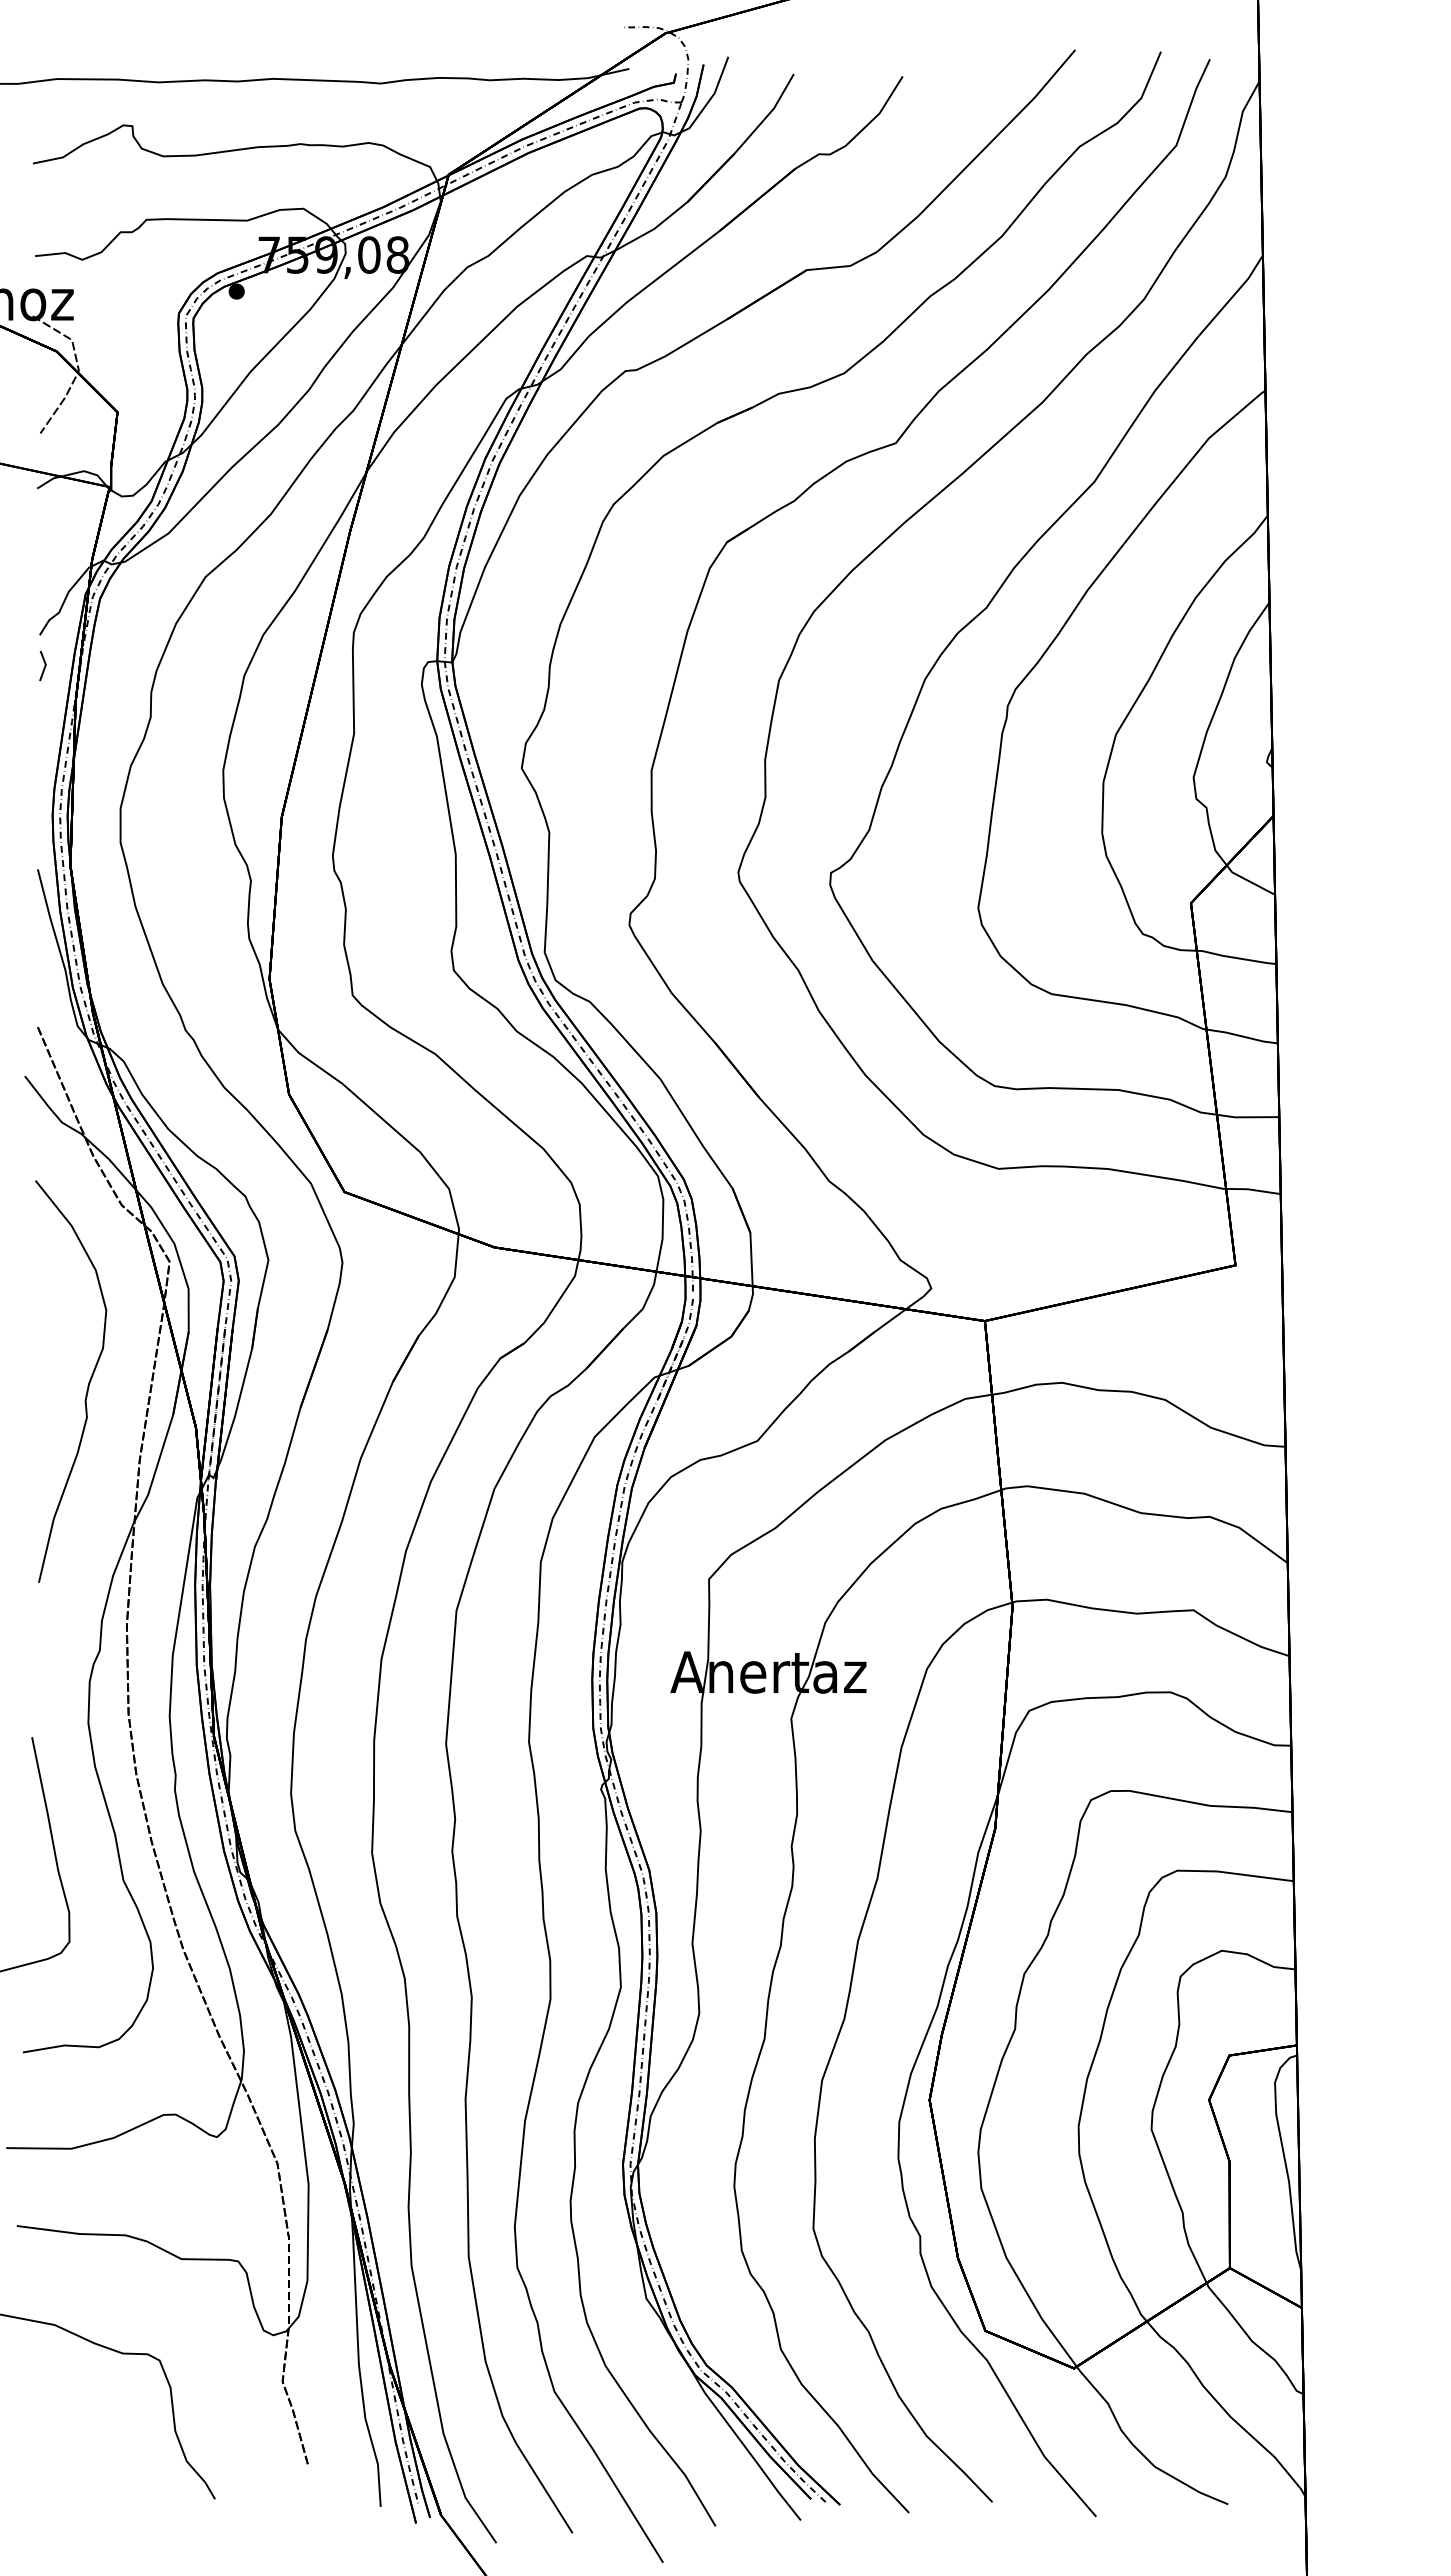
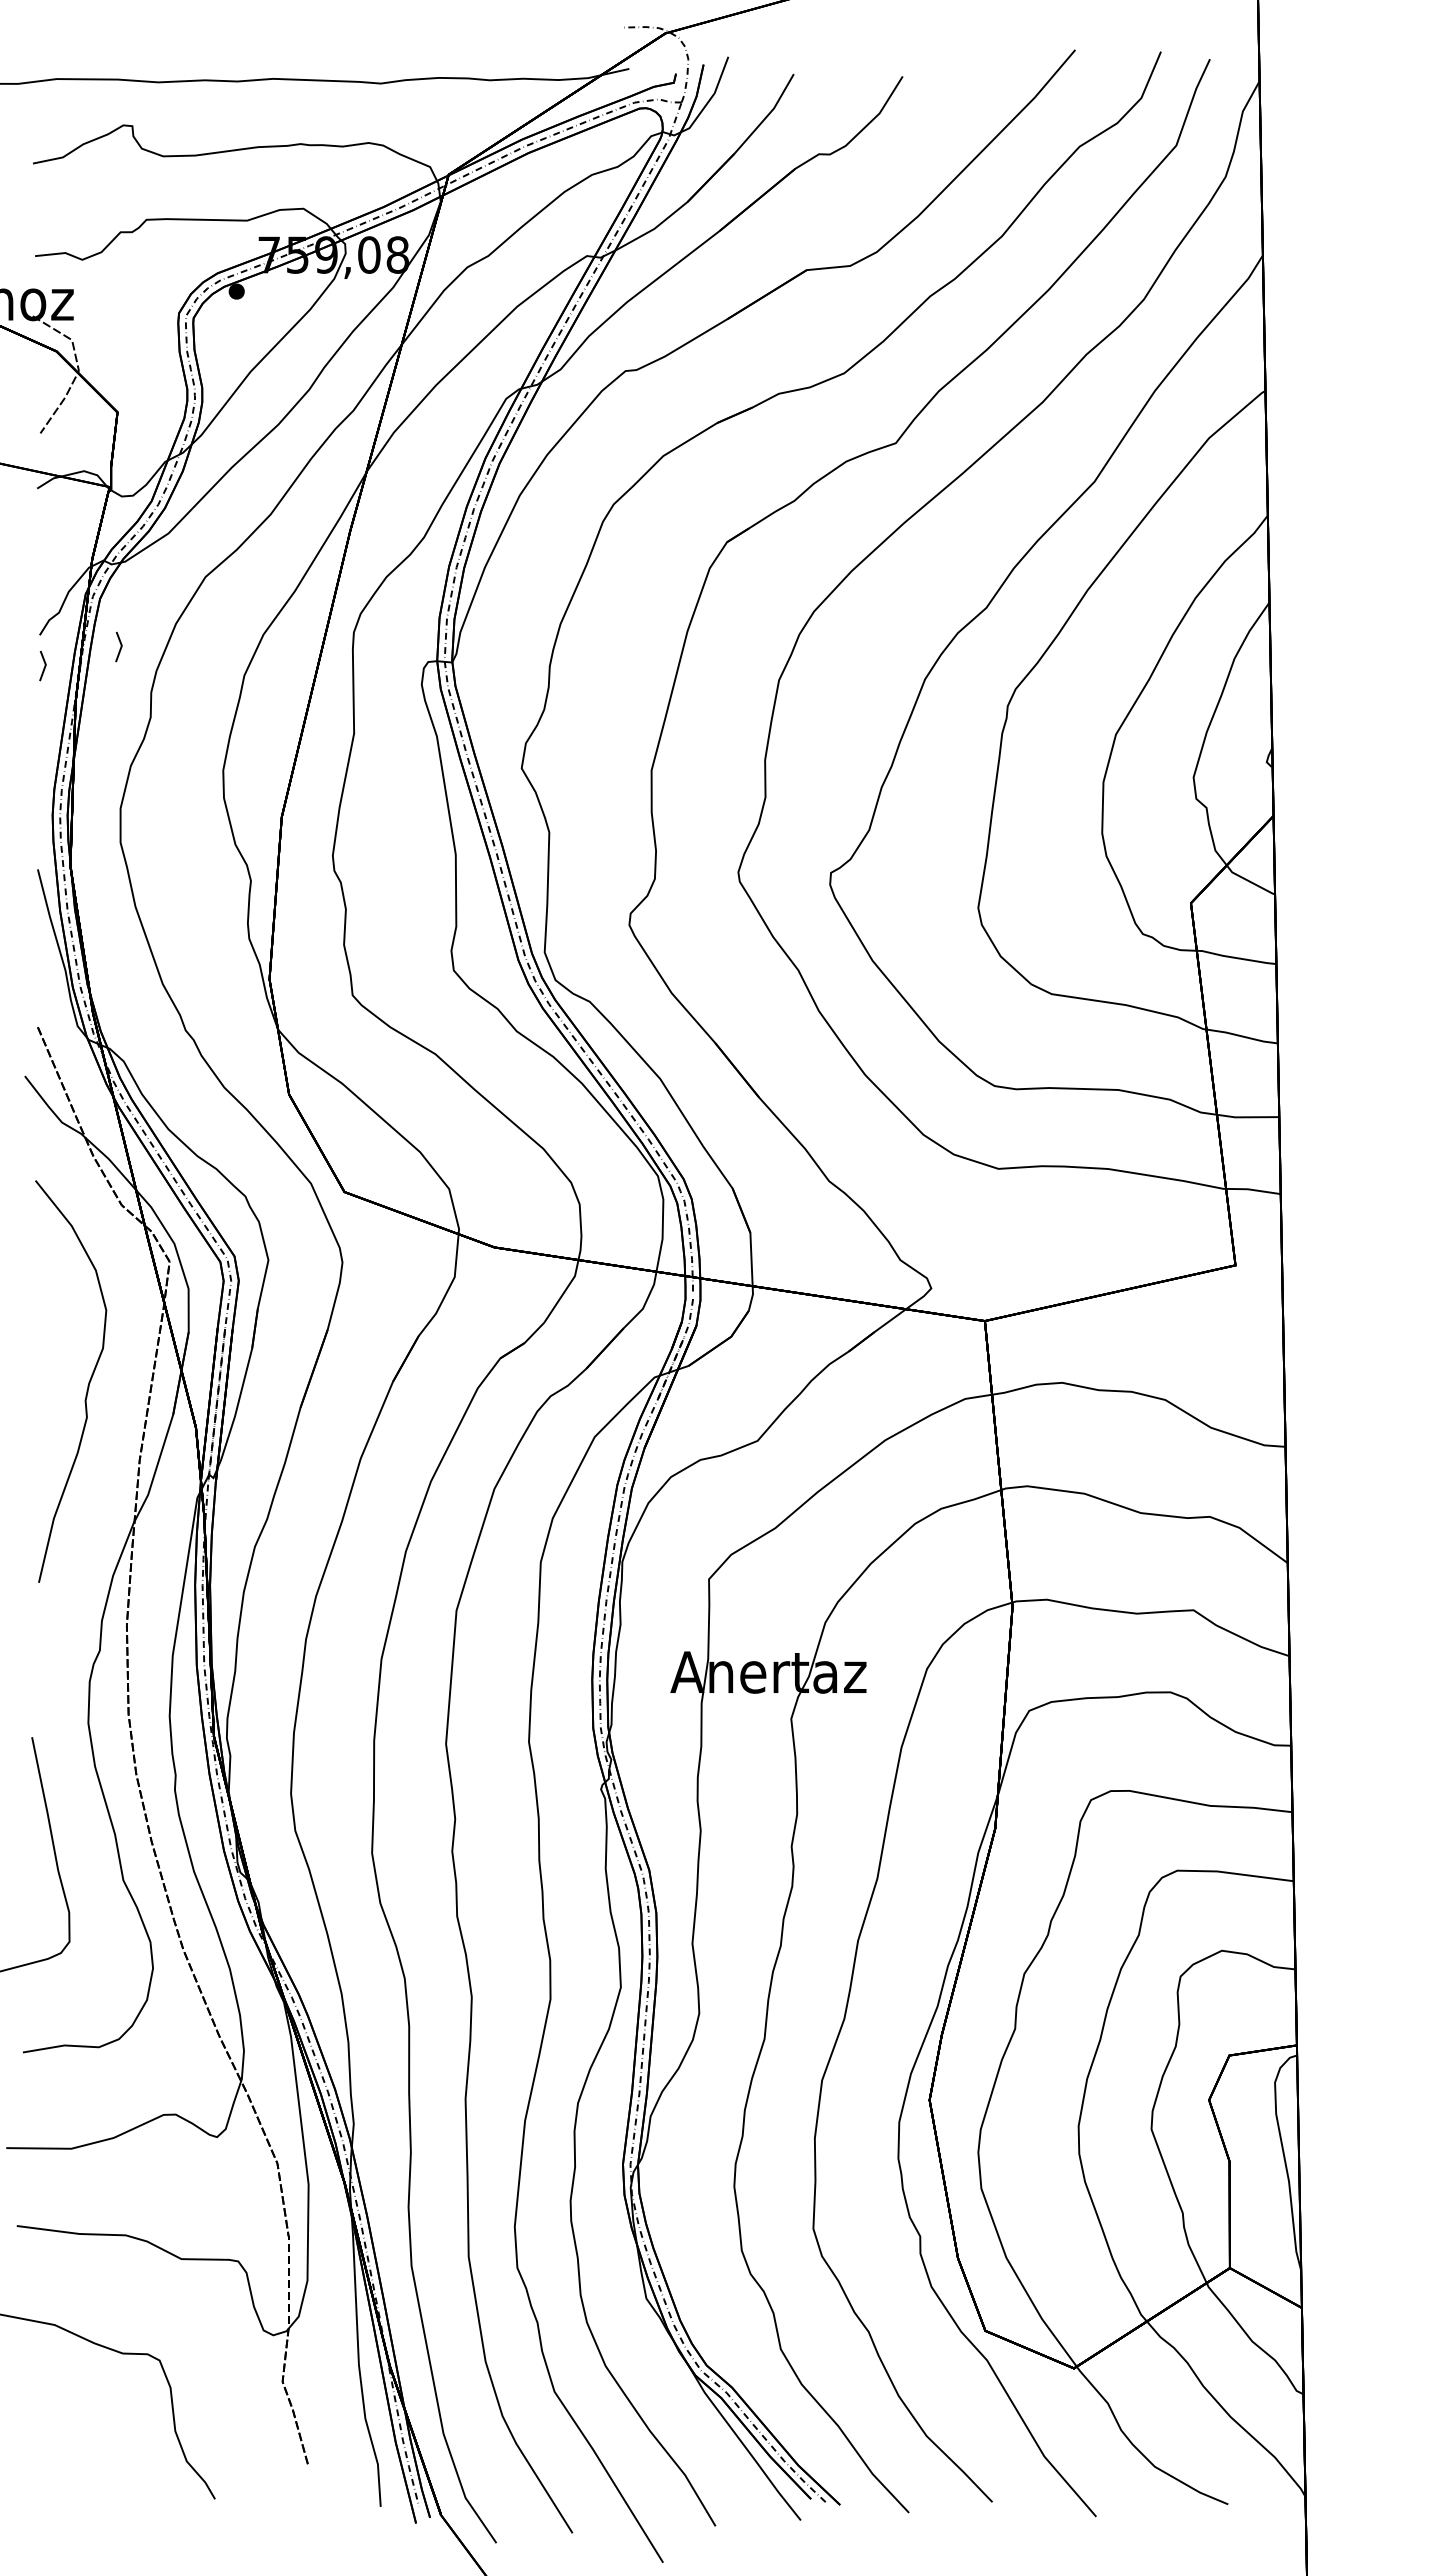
line at (120, 646): none -> present
